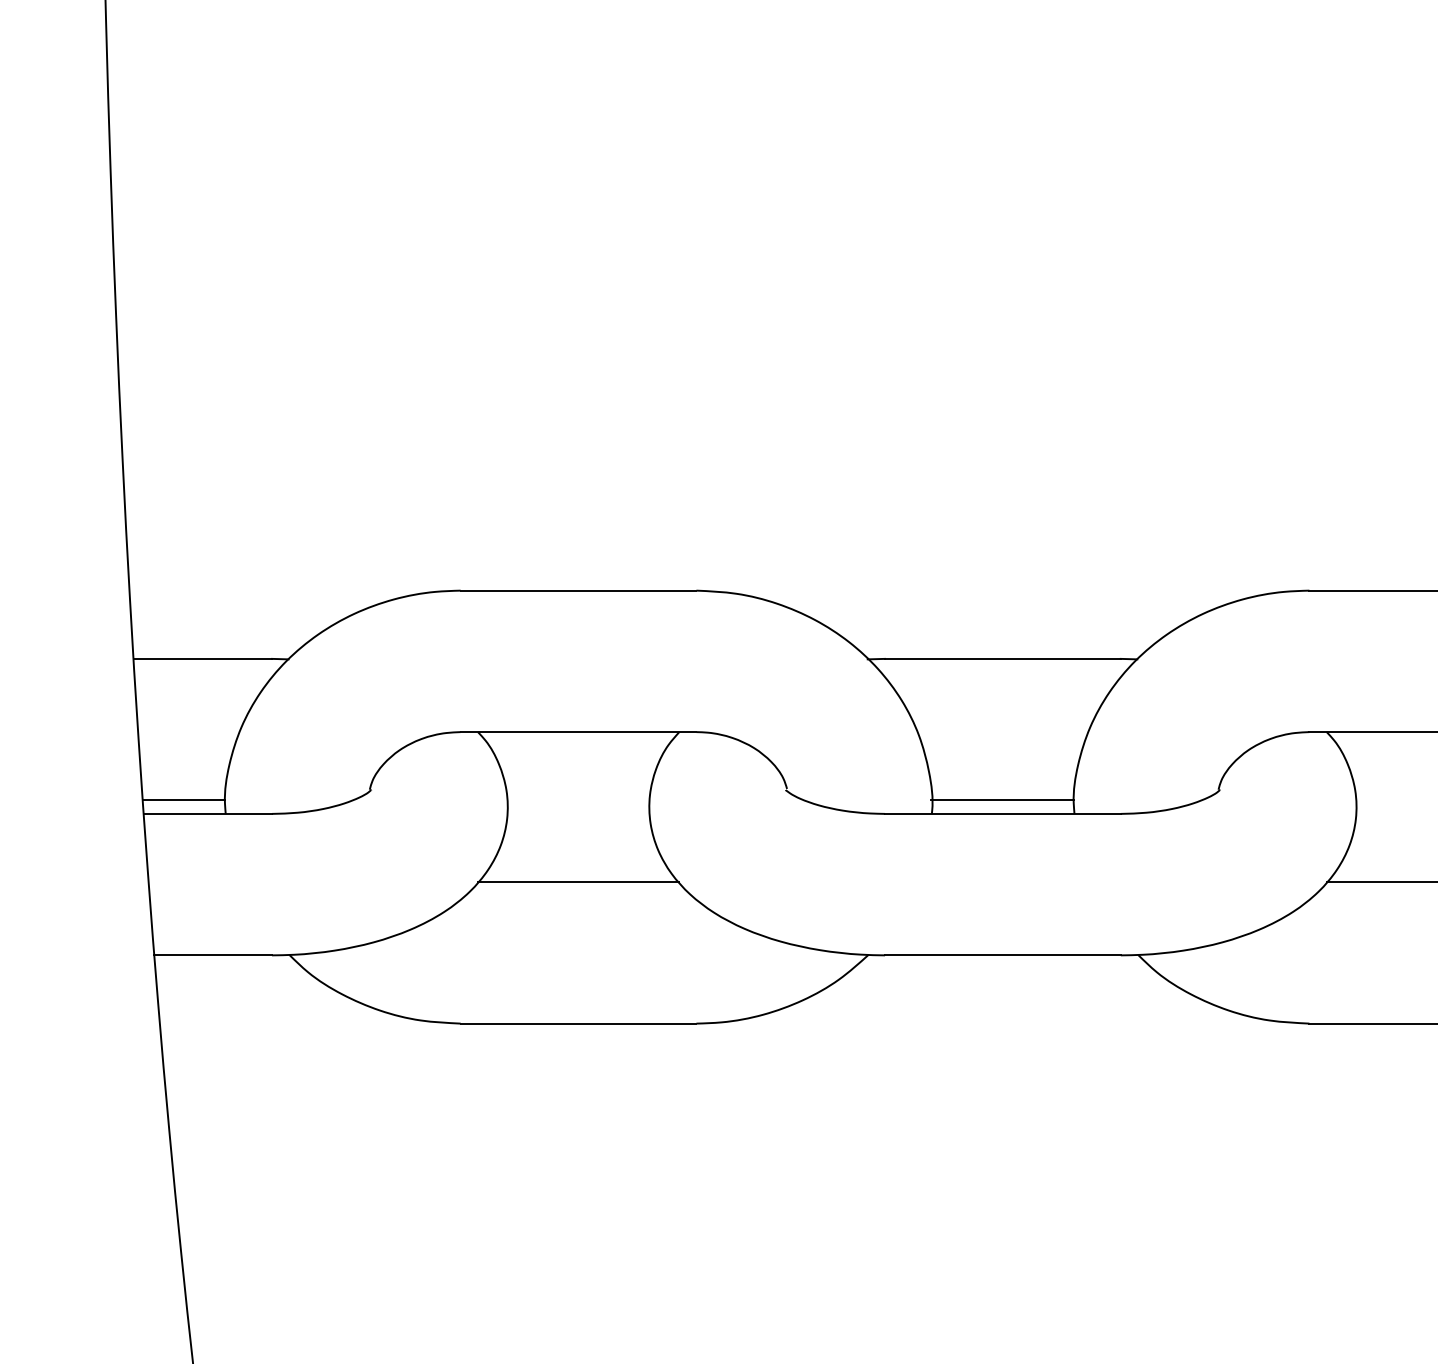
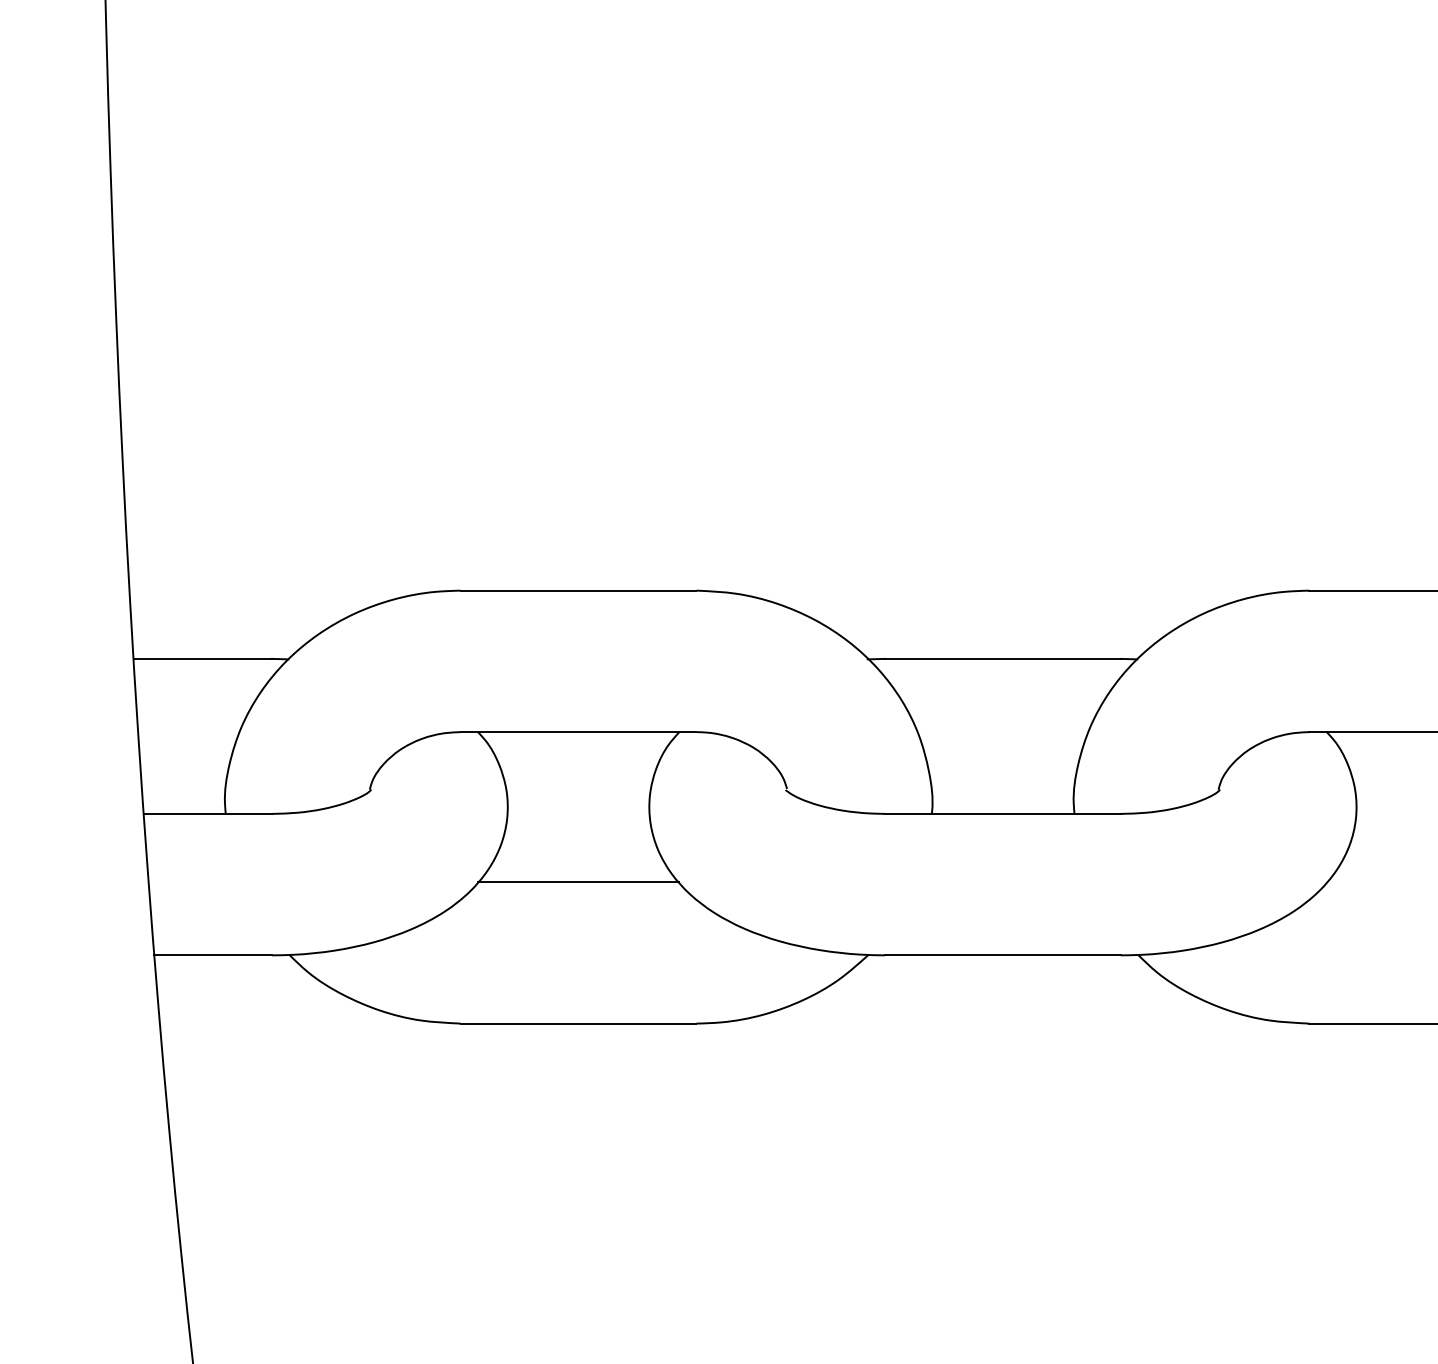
line at (183, 800): present -> none
line at (1002, 800): present -> none
line at (1380, 882): present -> none
